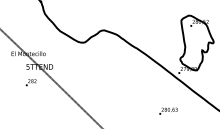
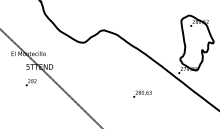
text at (168, 110) position: (168, 110) -> (142, 93)
